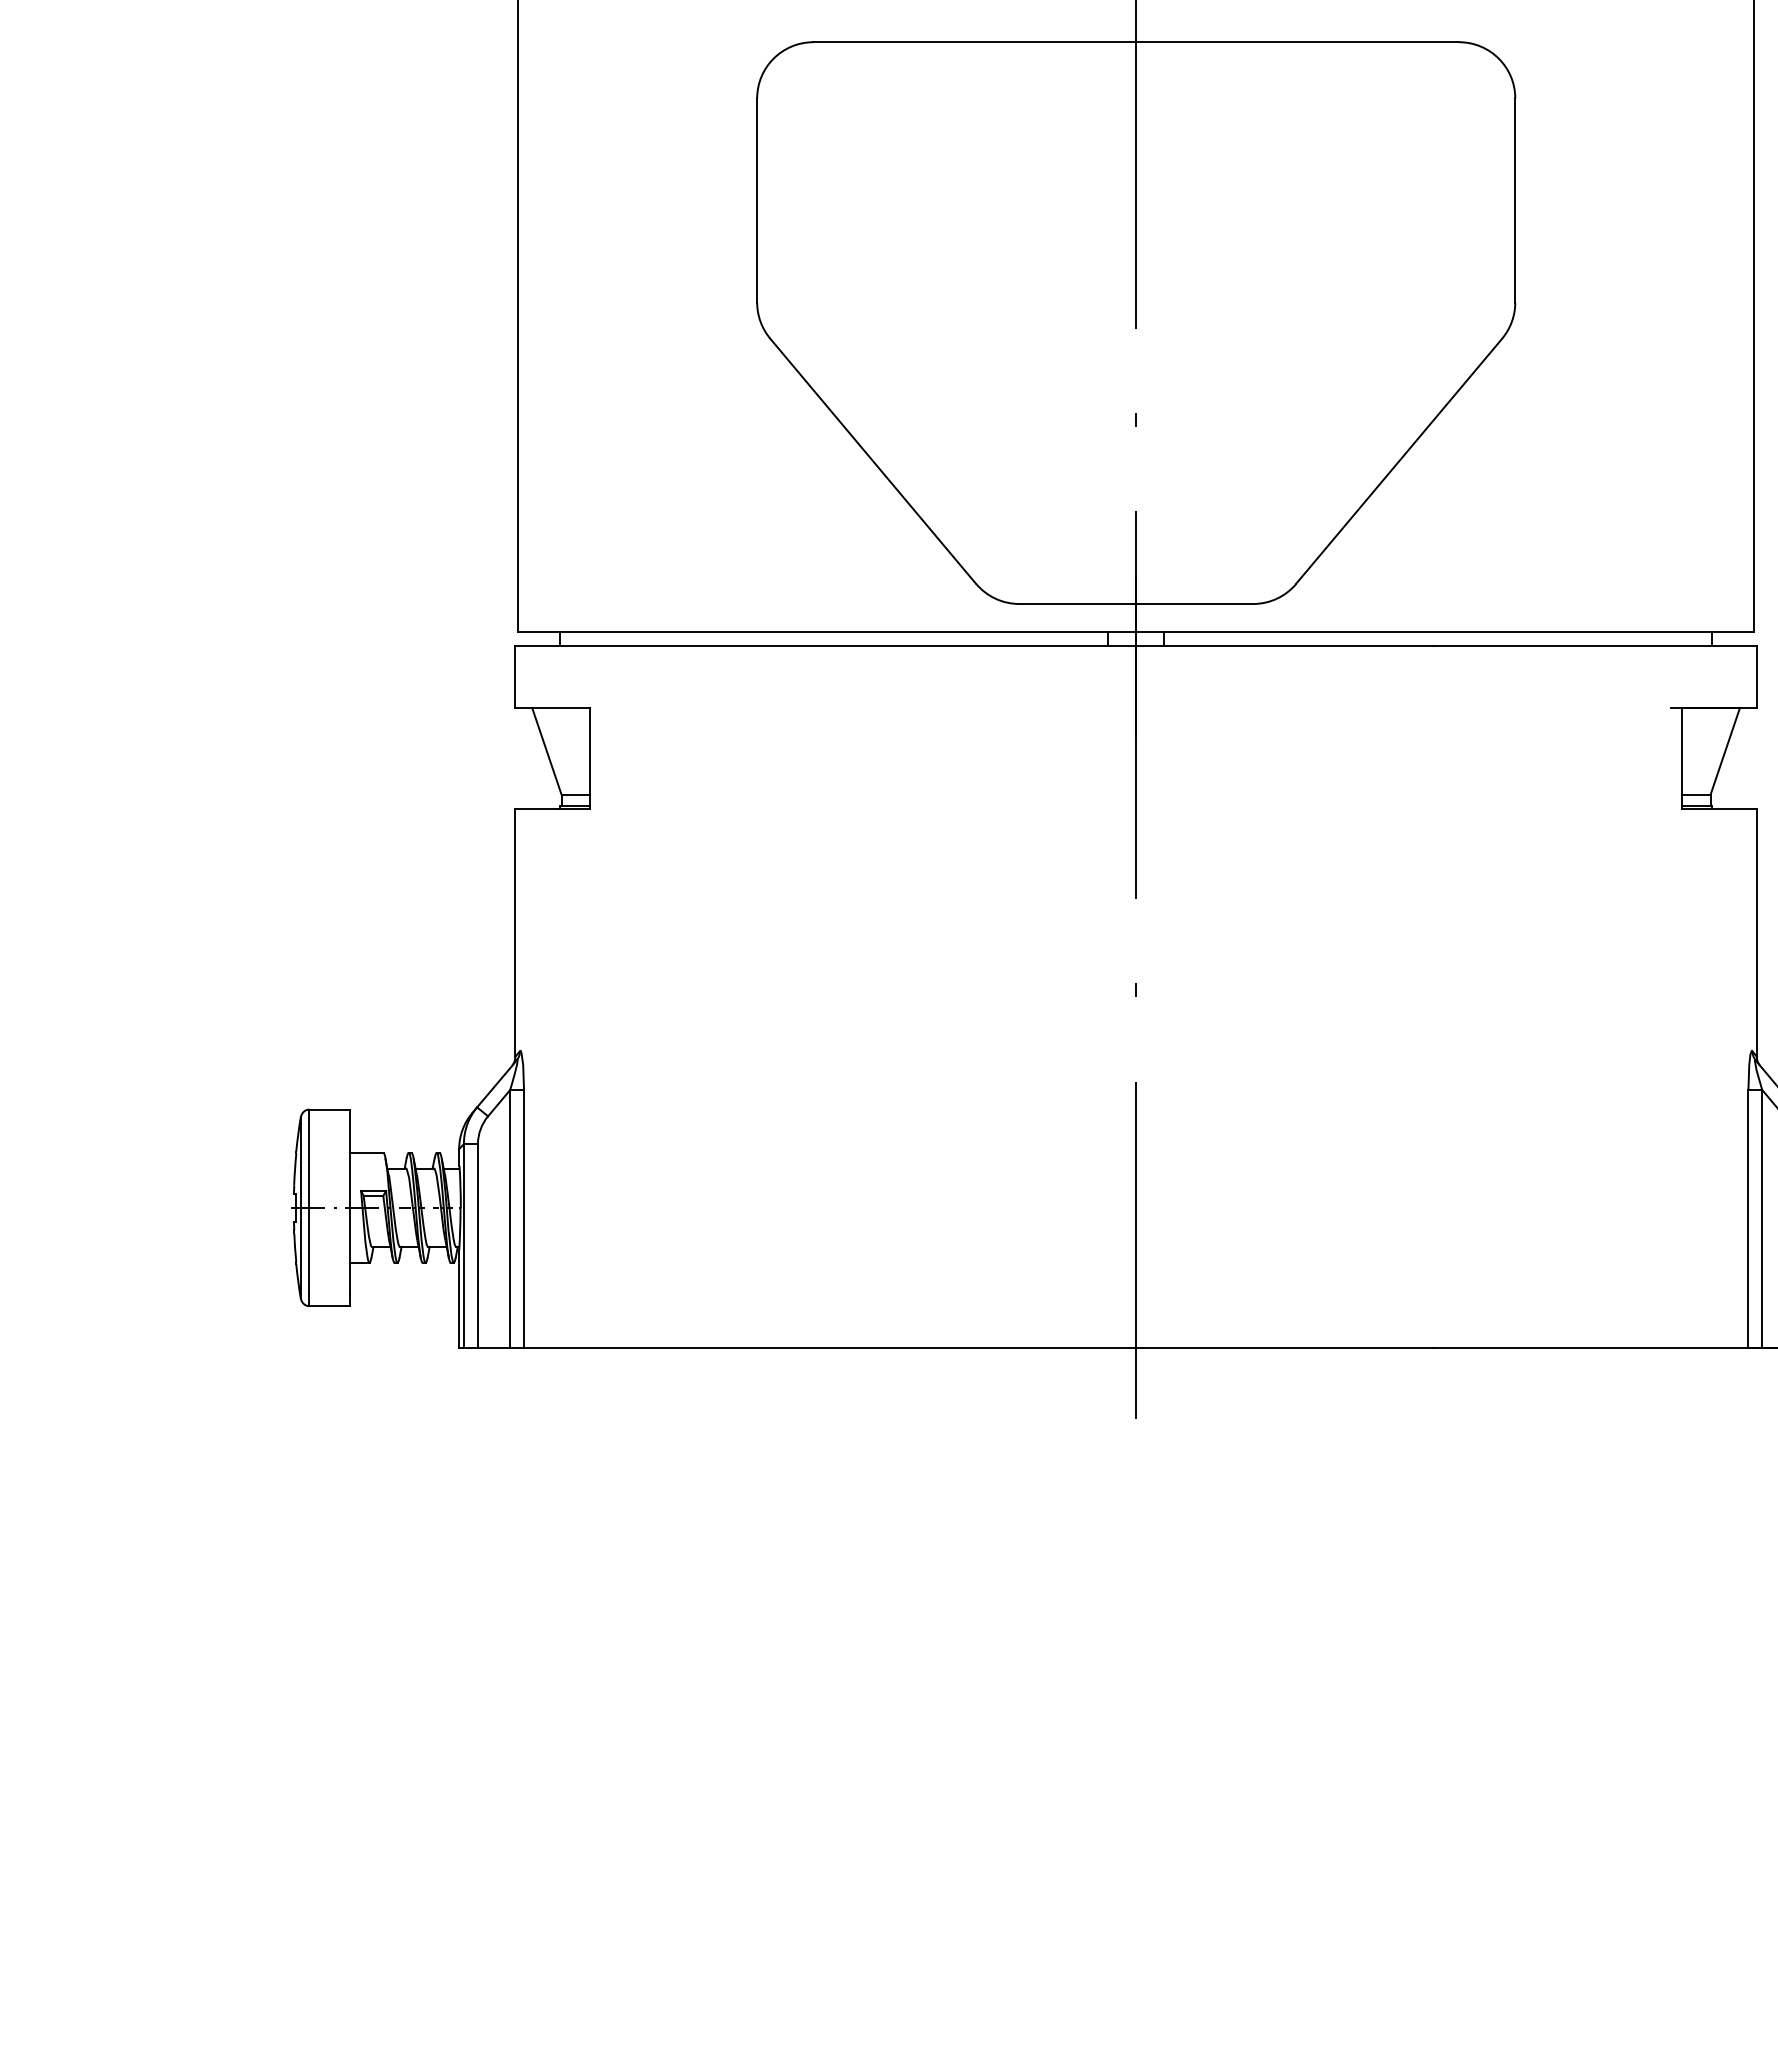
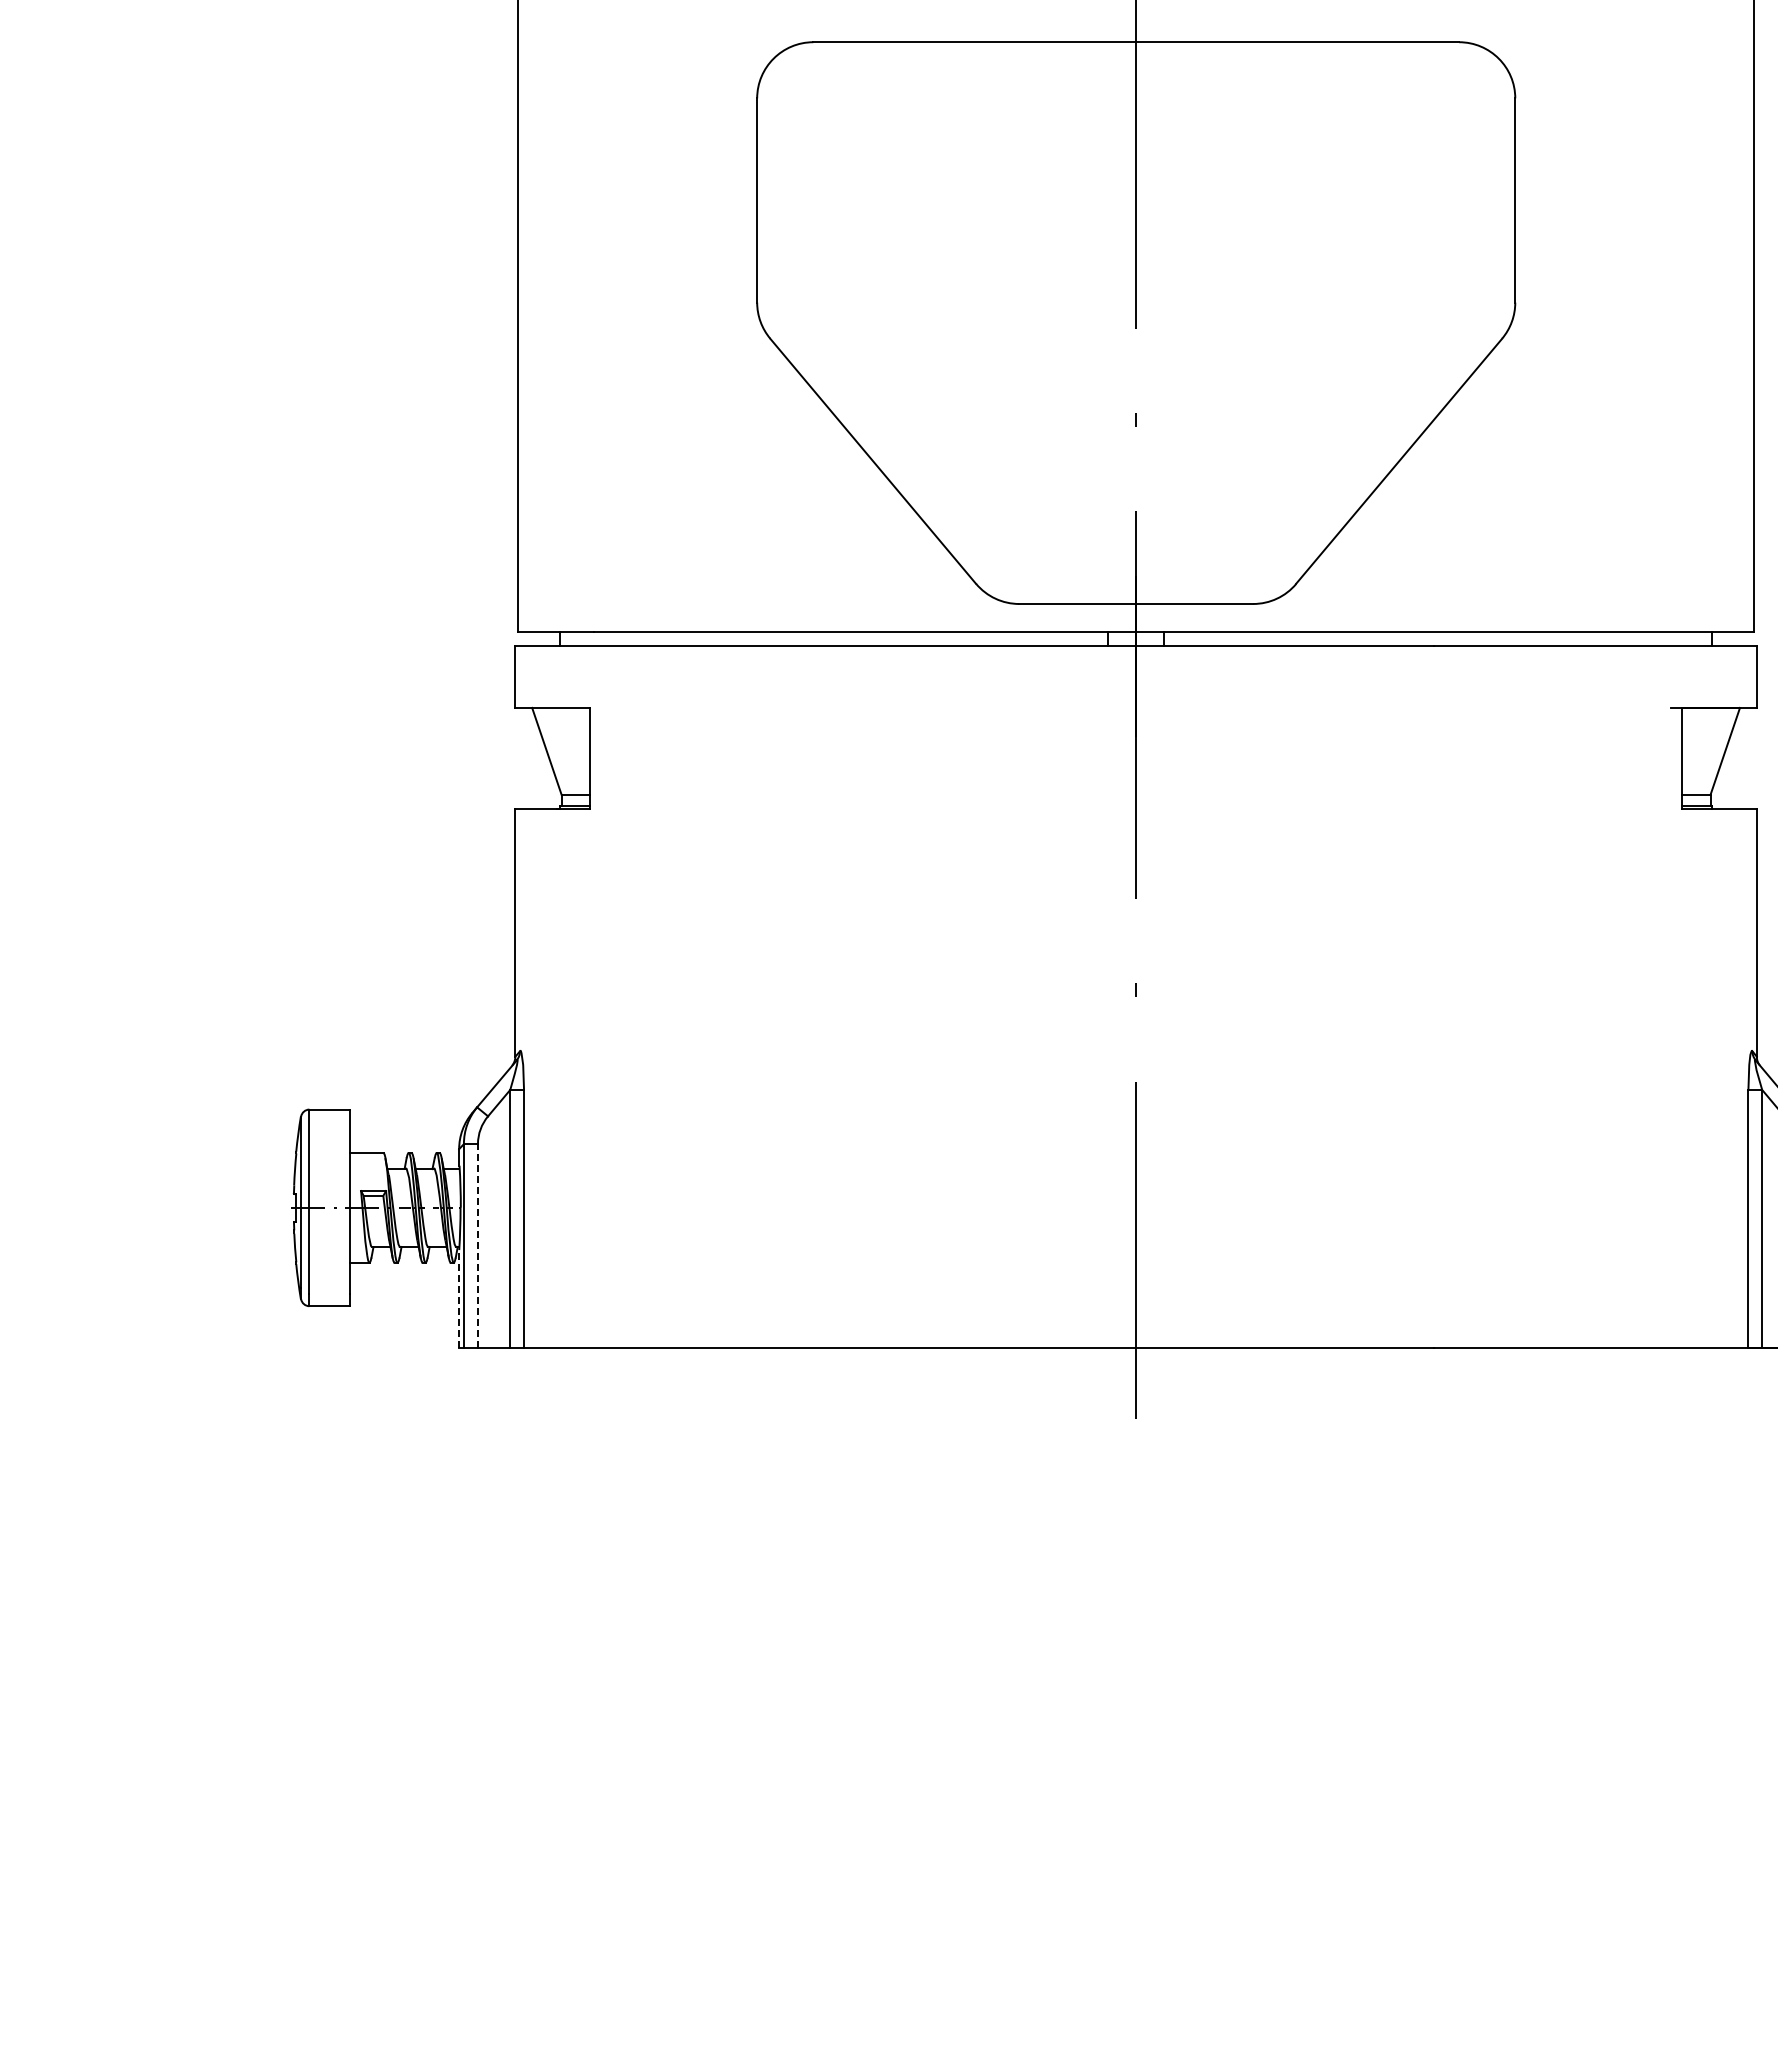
line at (477, 1245): solid -> dashed
line at (459, 1298): solid -> dashed
